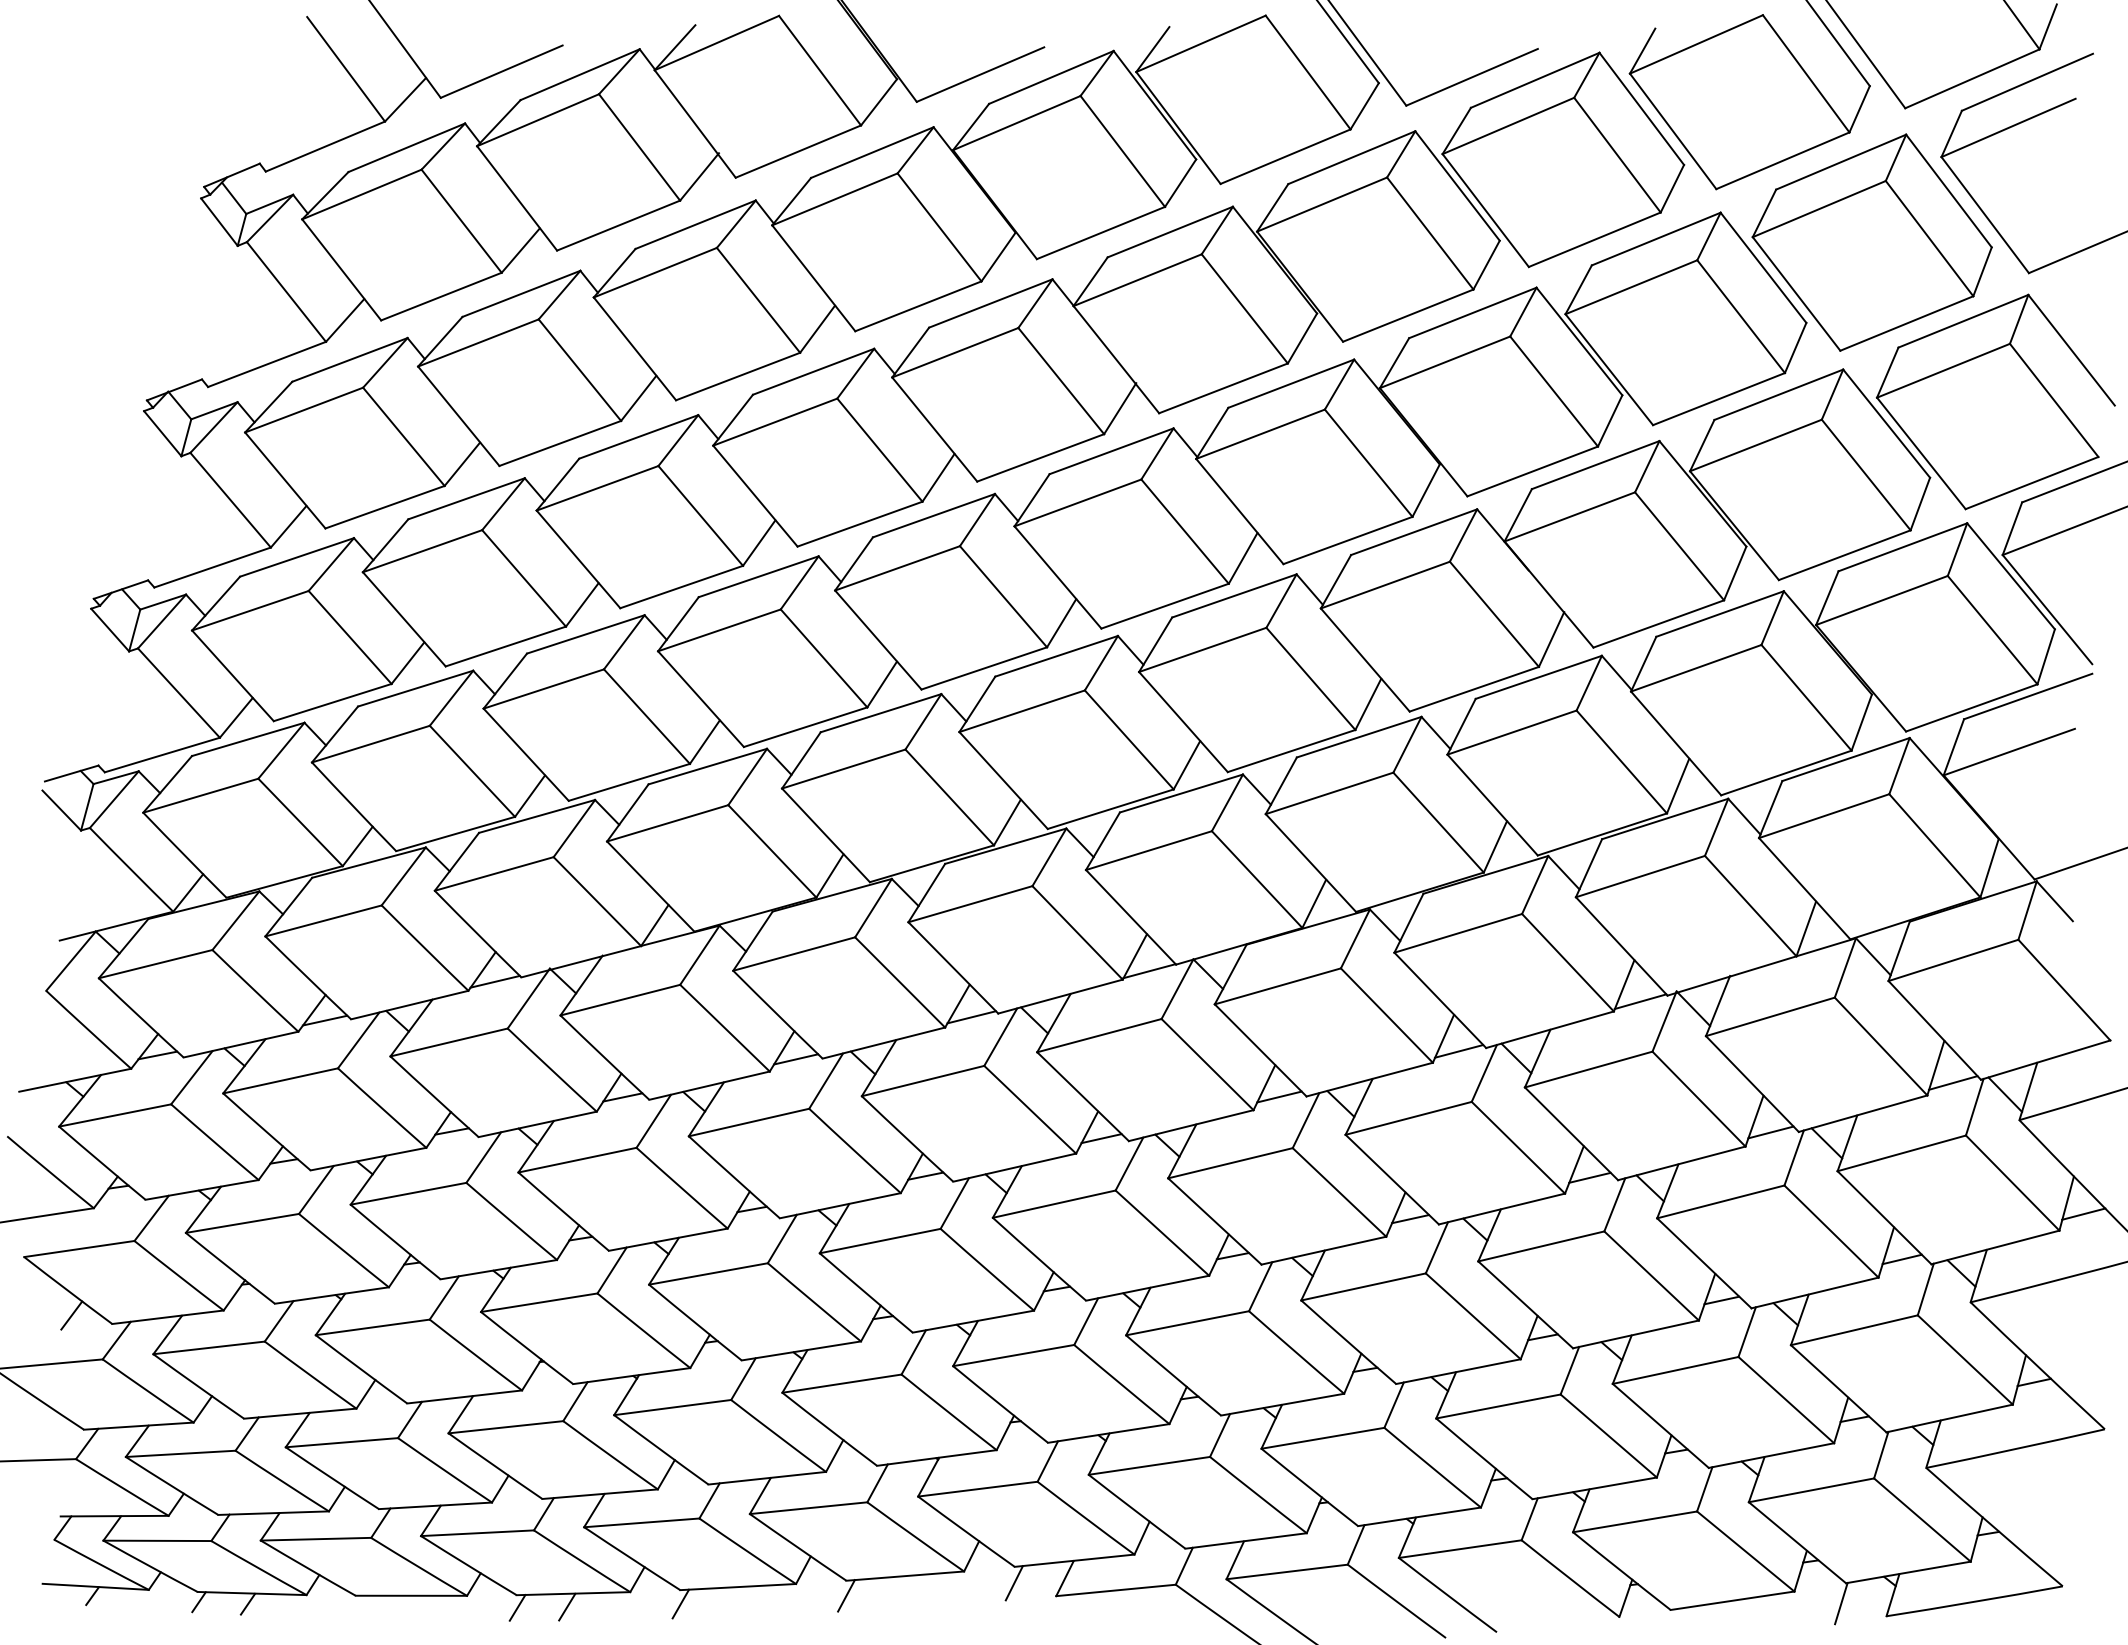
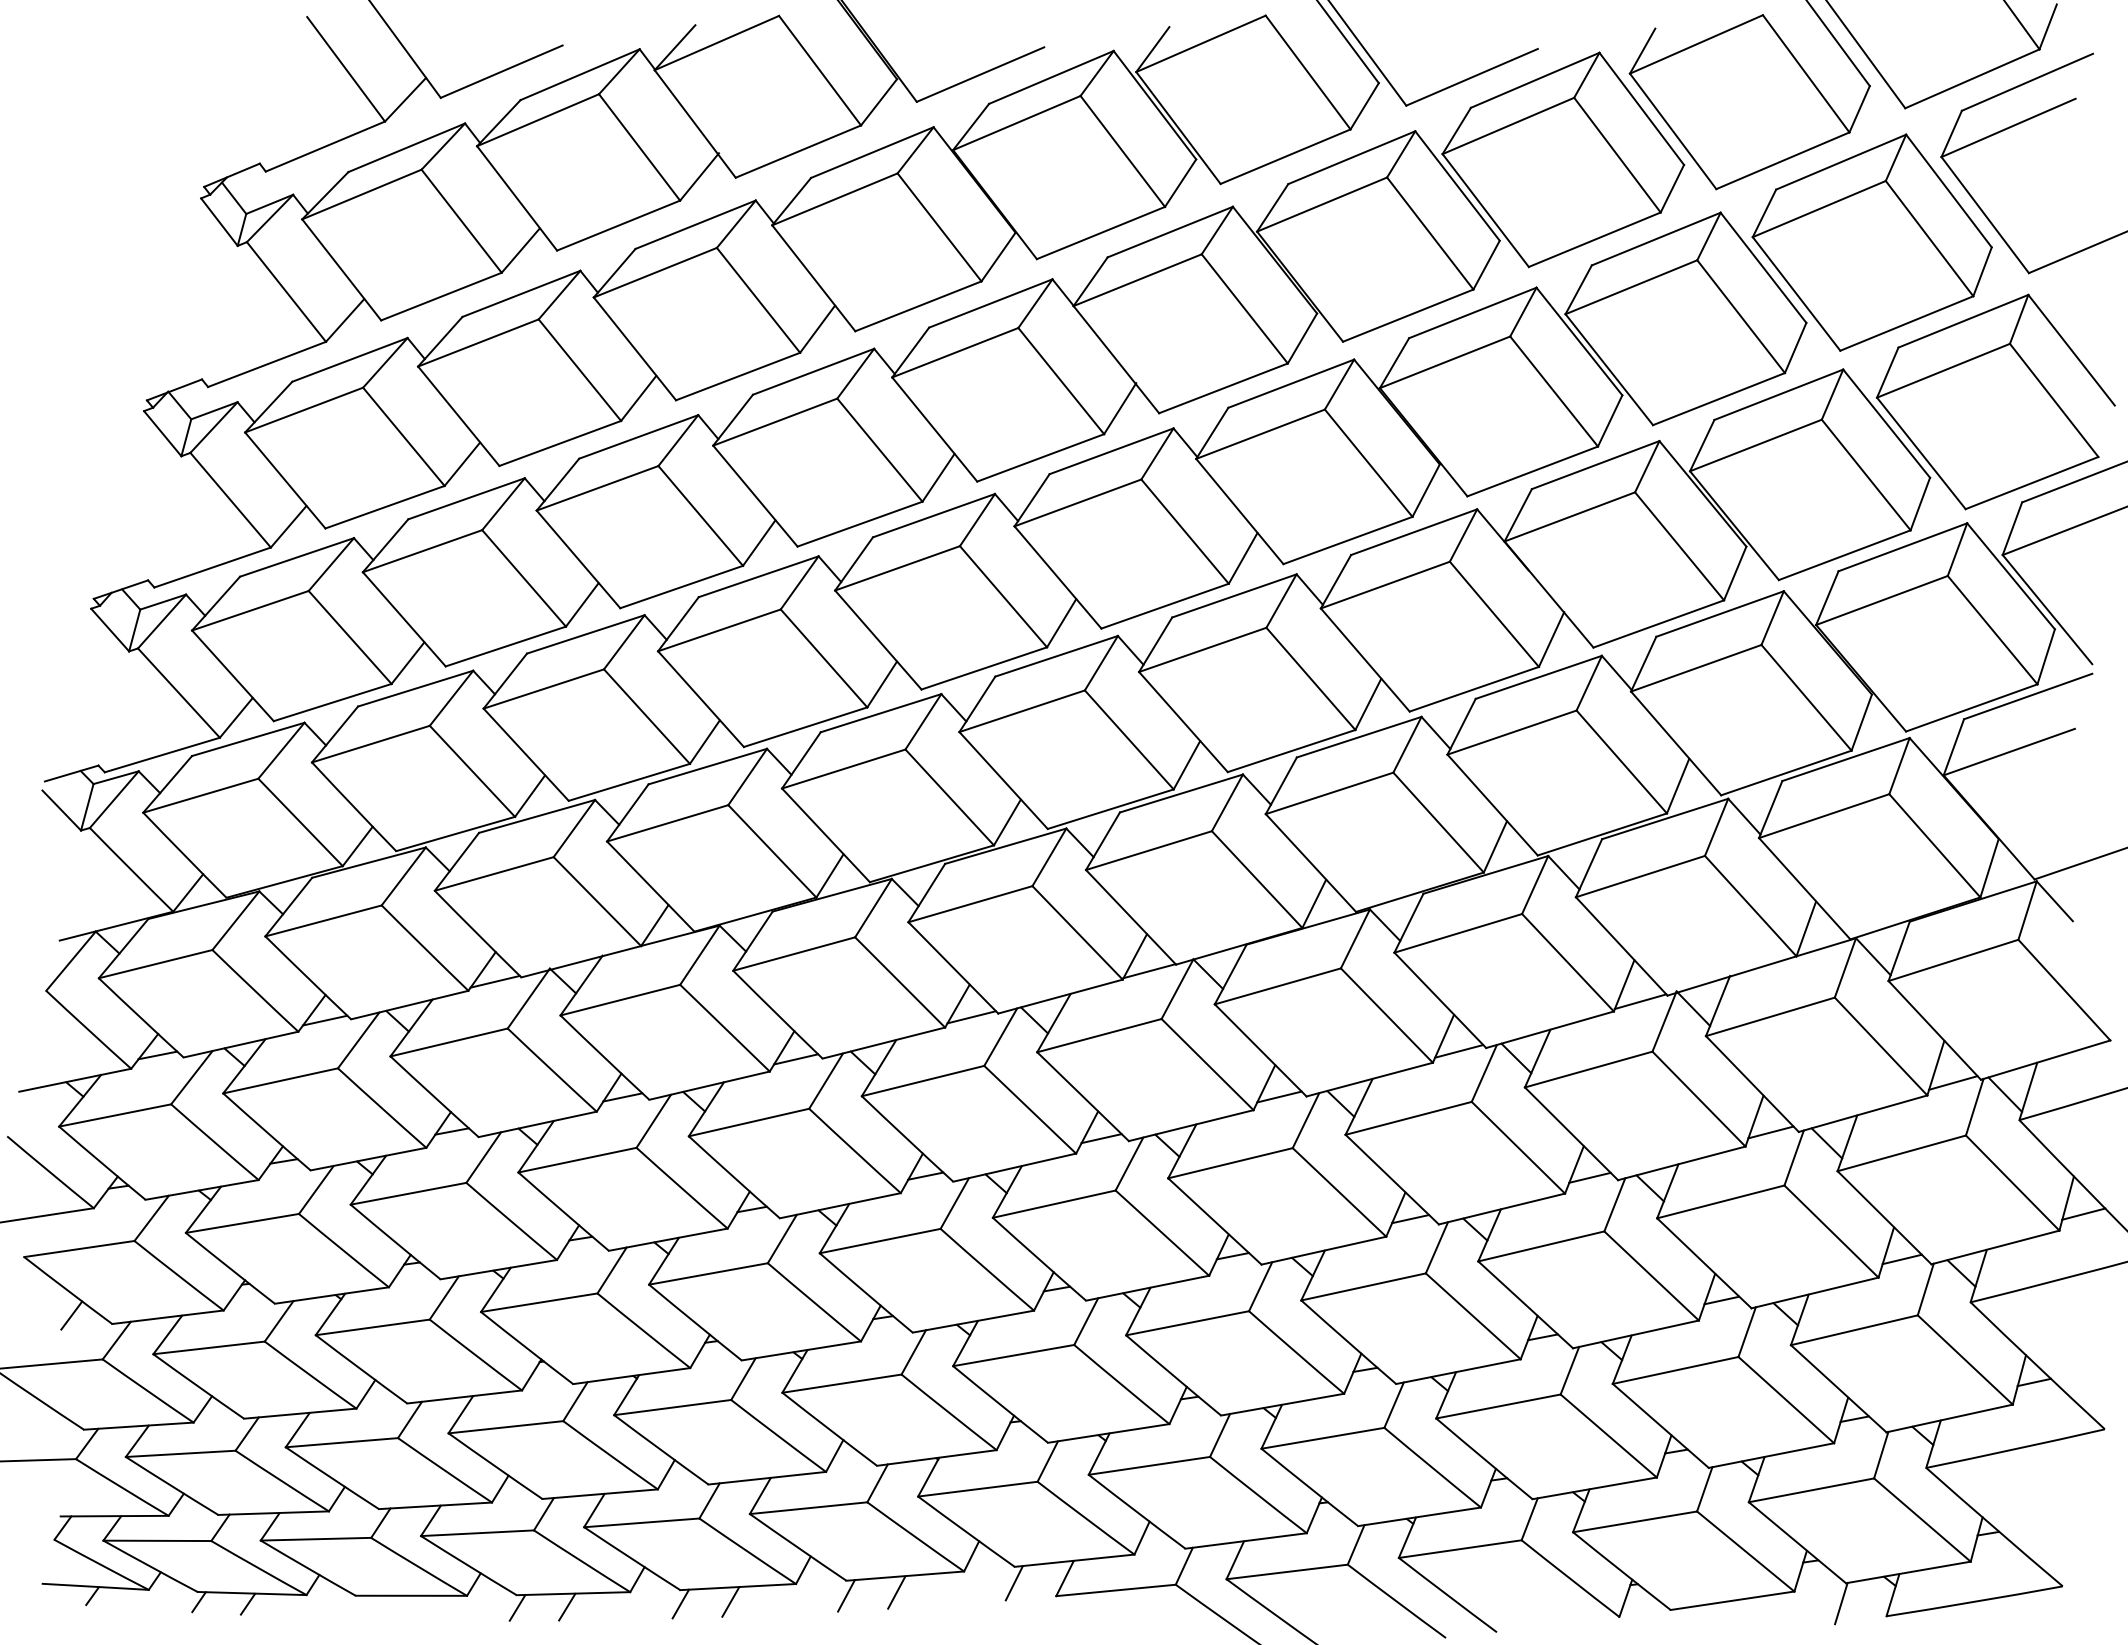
line at (896, 1592): none -> present
line at (730, 1601): none -> present
